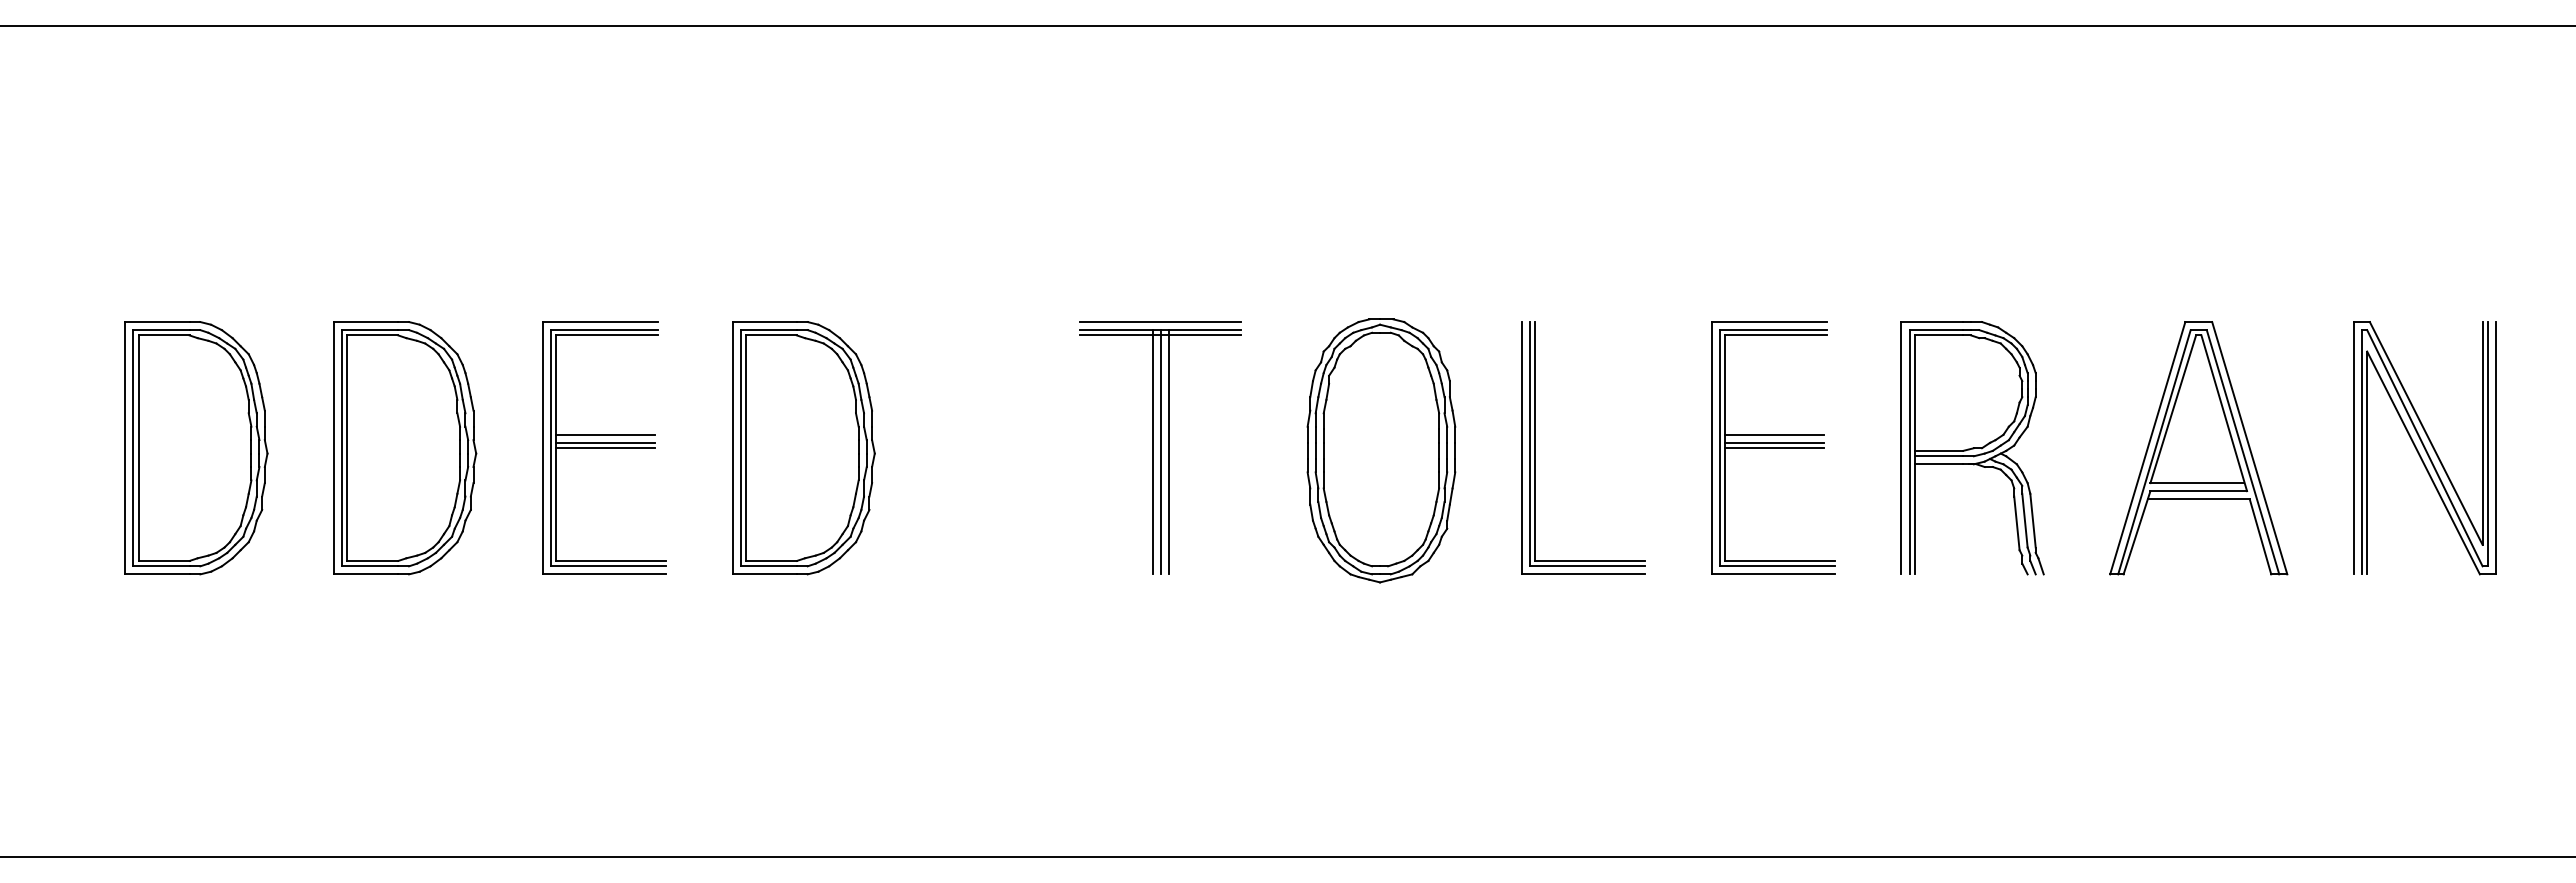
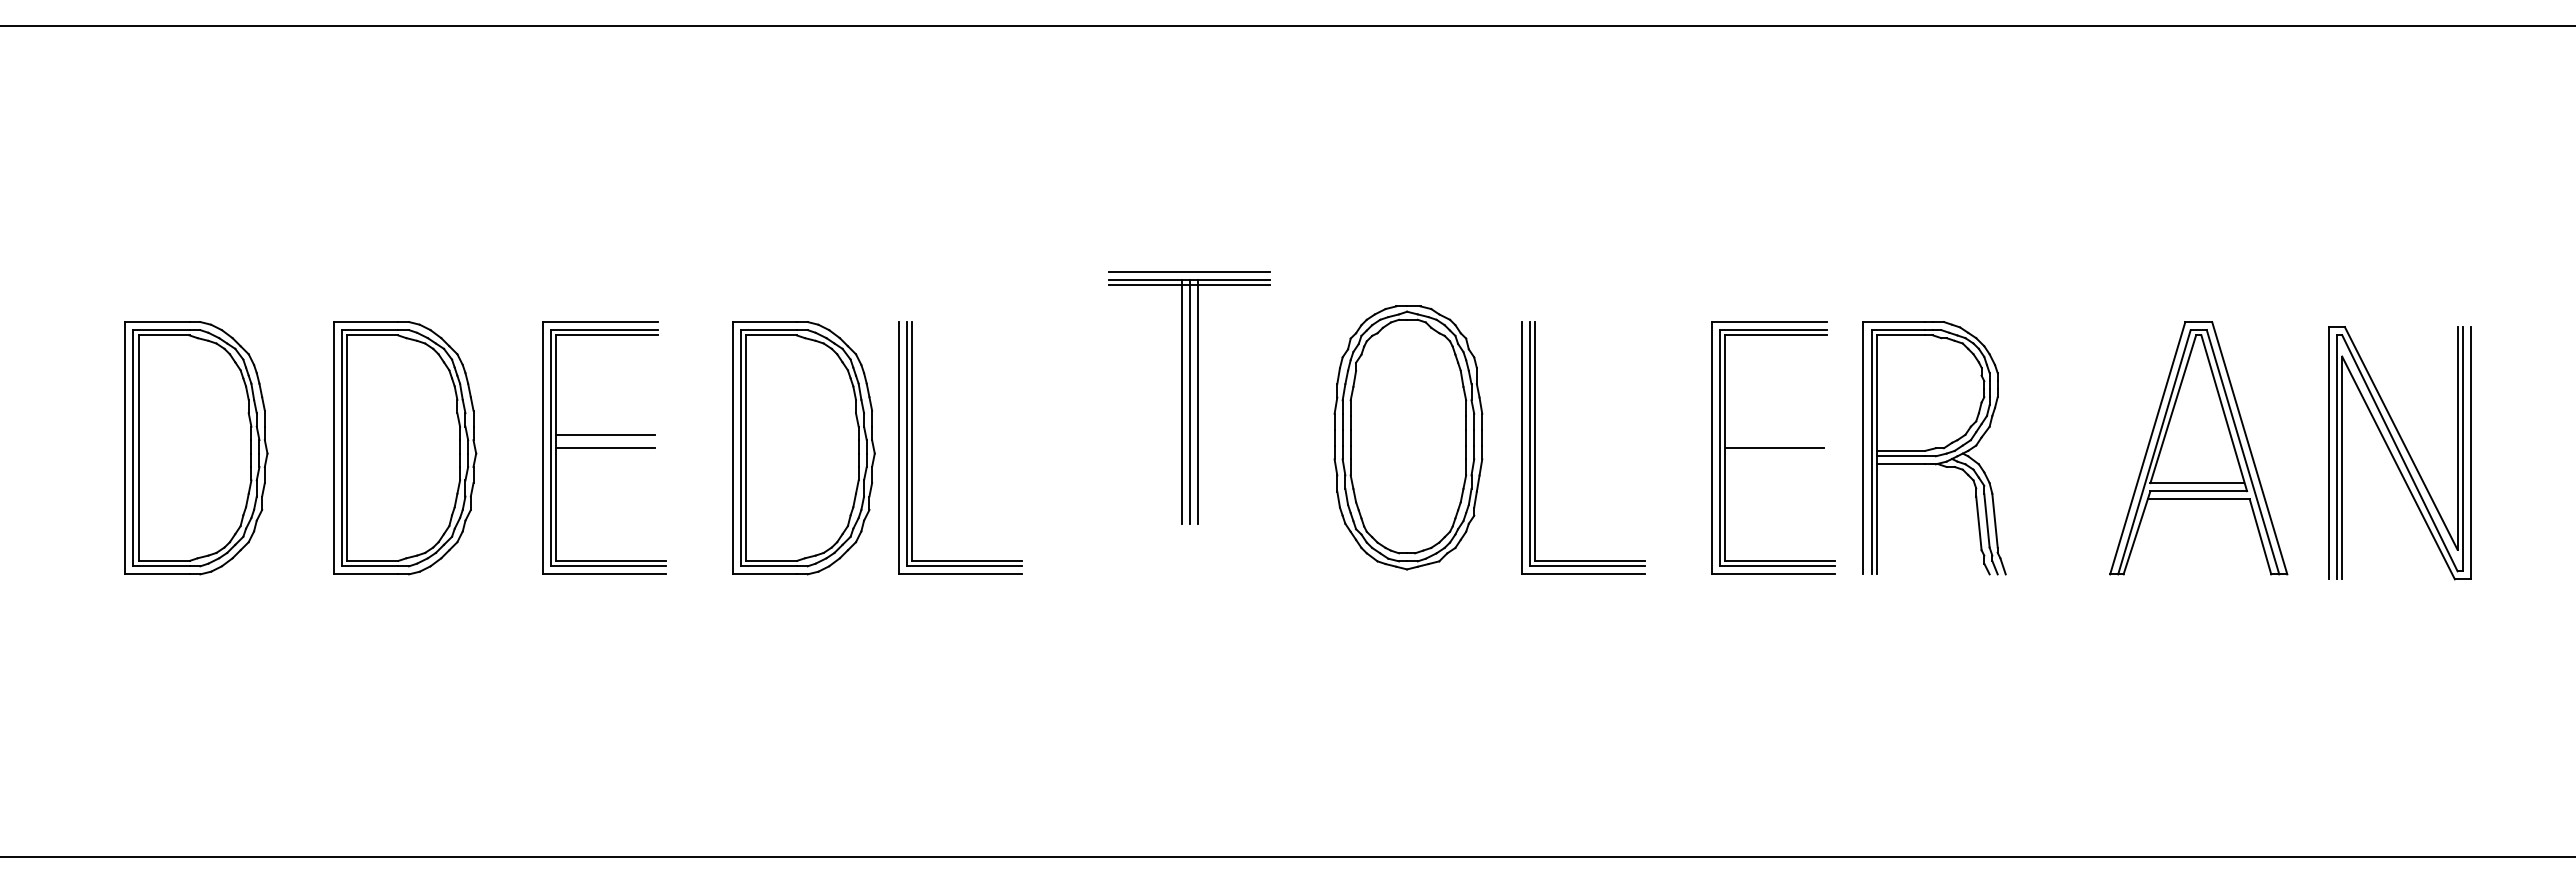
line at (1774, 434): present -> none
line at (605, 442): present -> none
line at (1774, 442): present -> none
part at (912, 447): none -> present
part at (1160, 447) position: (1160, 447) -> (1189, 397)
part at (1972, 448) position: (1972, 448) -> (1934, 448)
part at (2424, 448) position: (2424, 448) -> (2399, 453)
part at (1381, 450) position: (1381, 450) -> (1408, 437)
